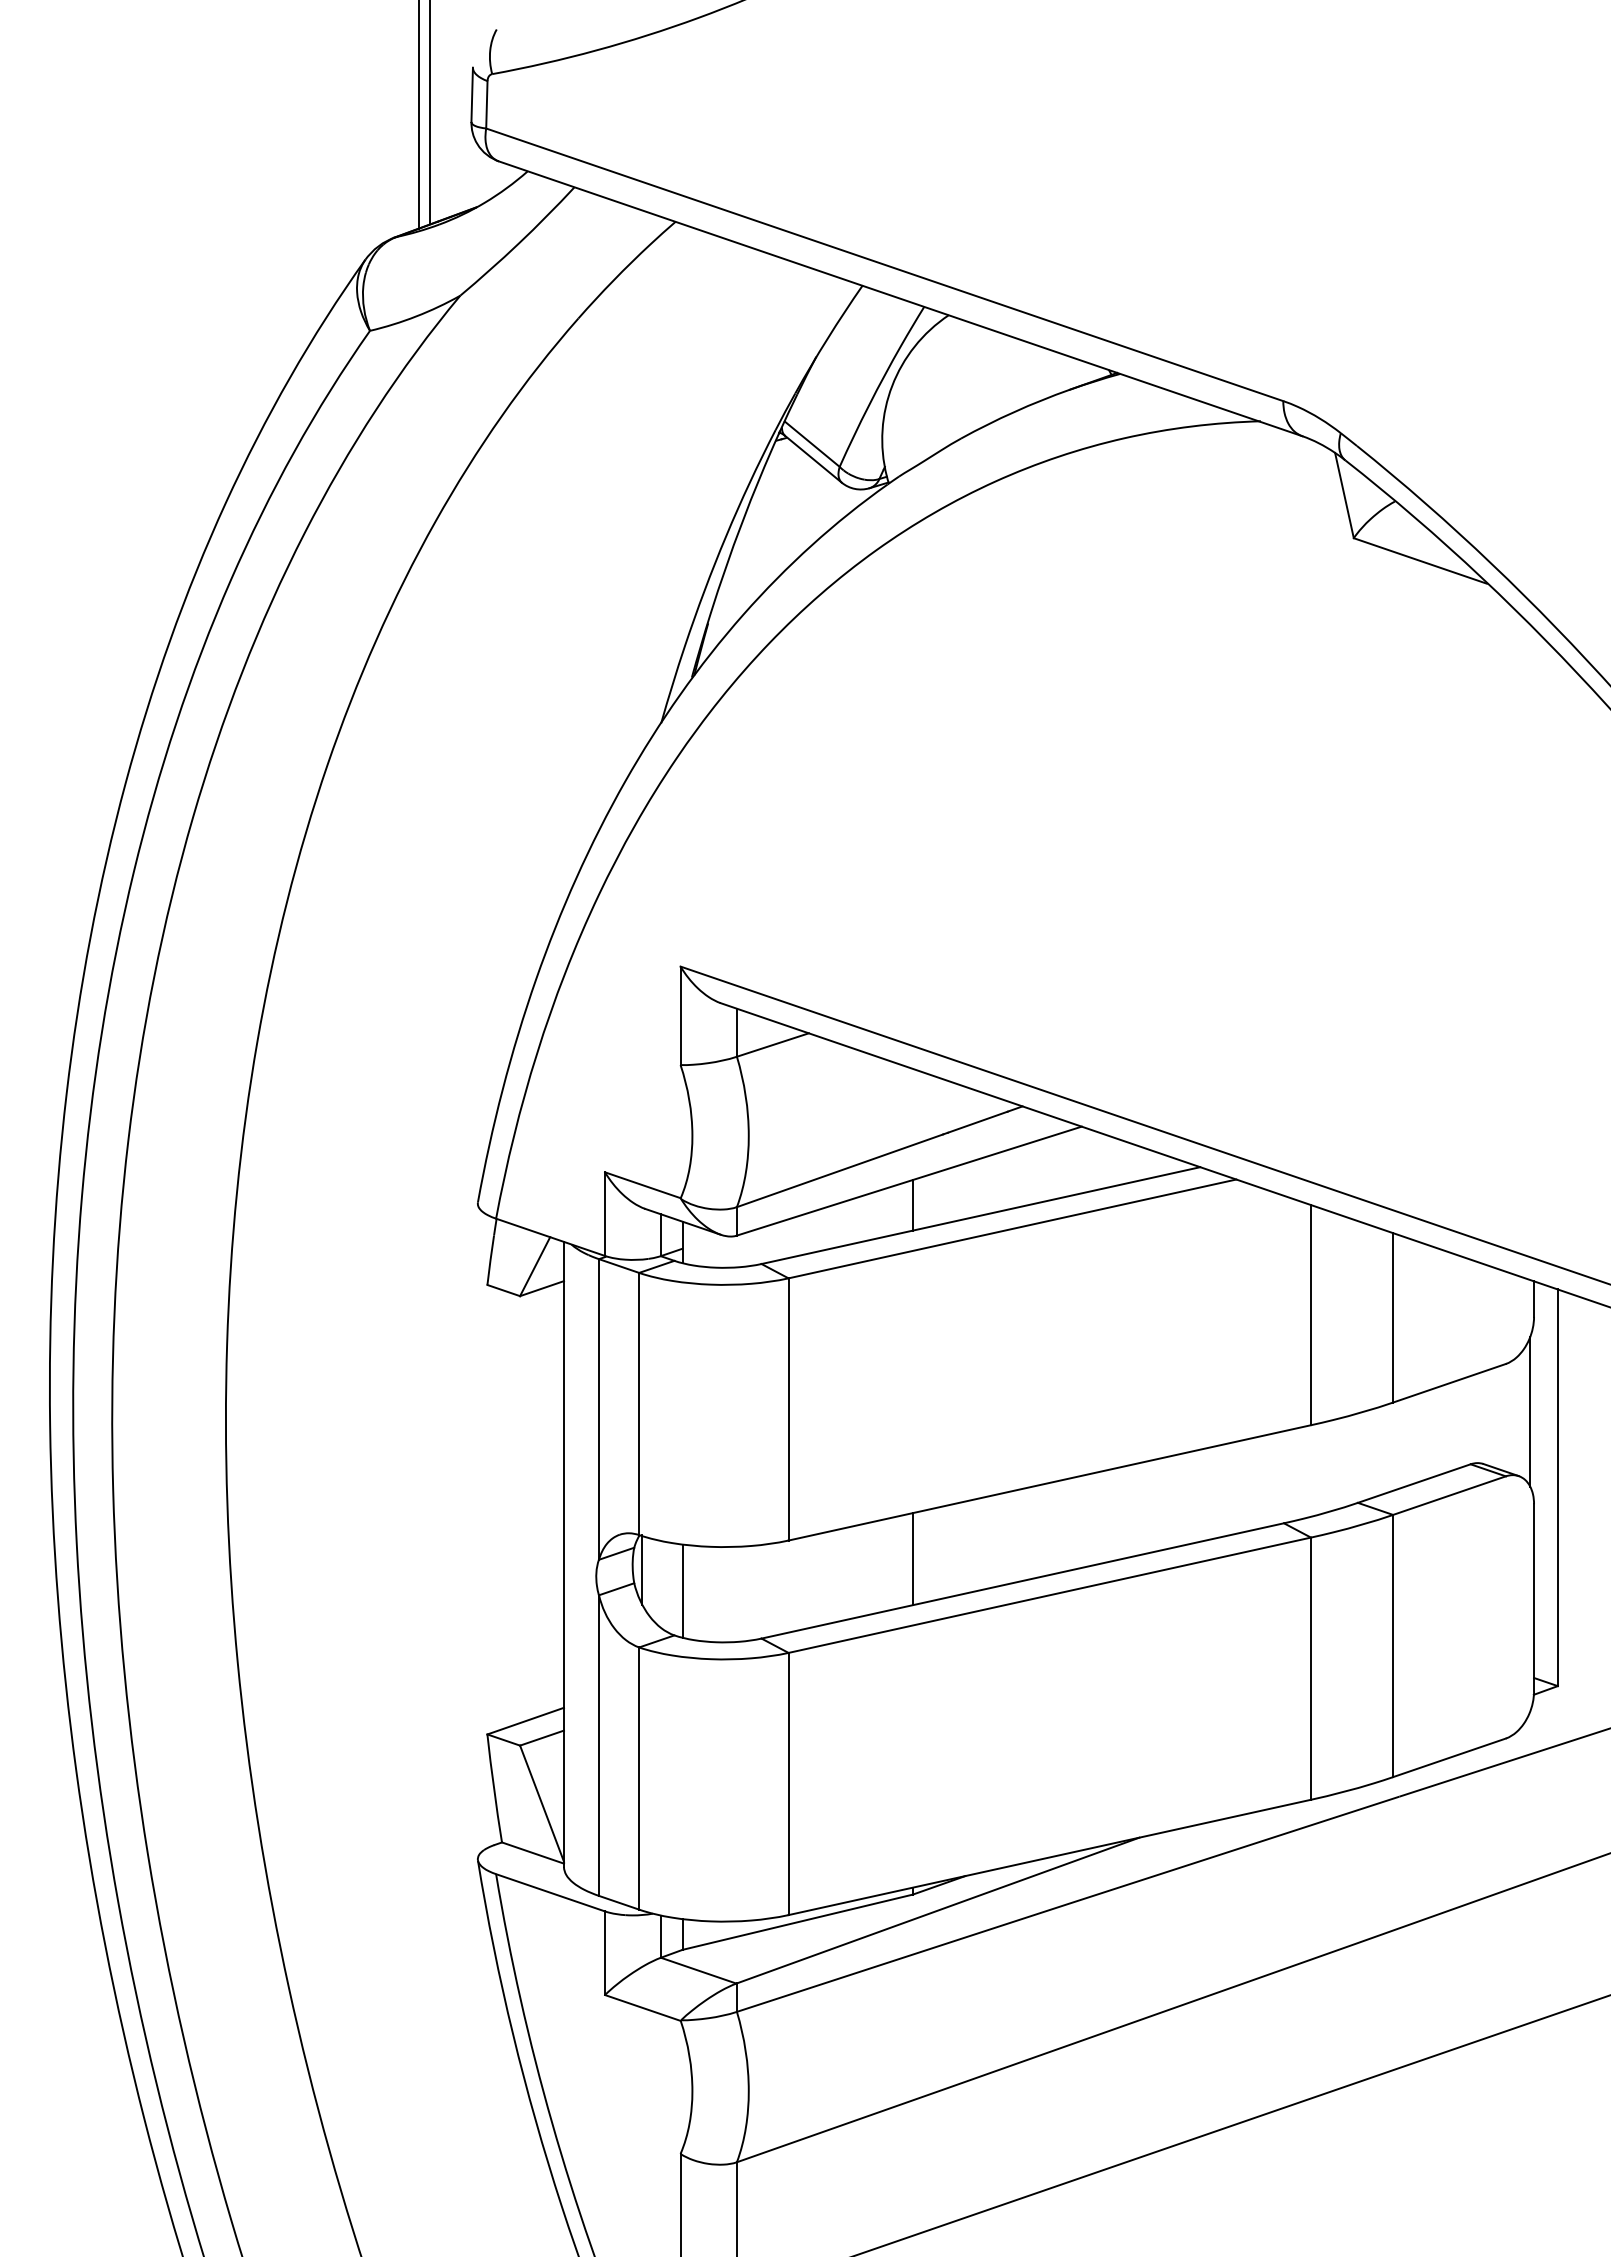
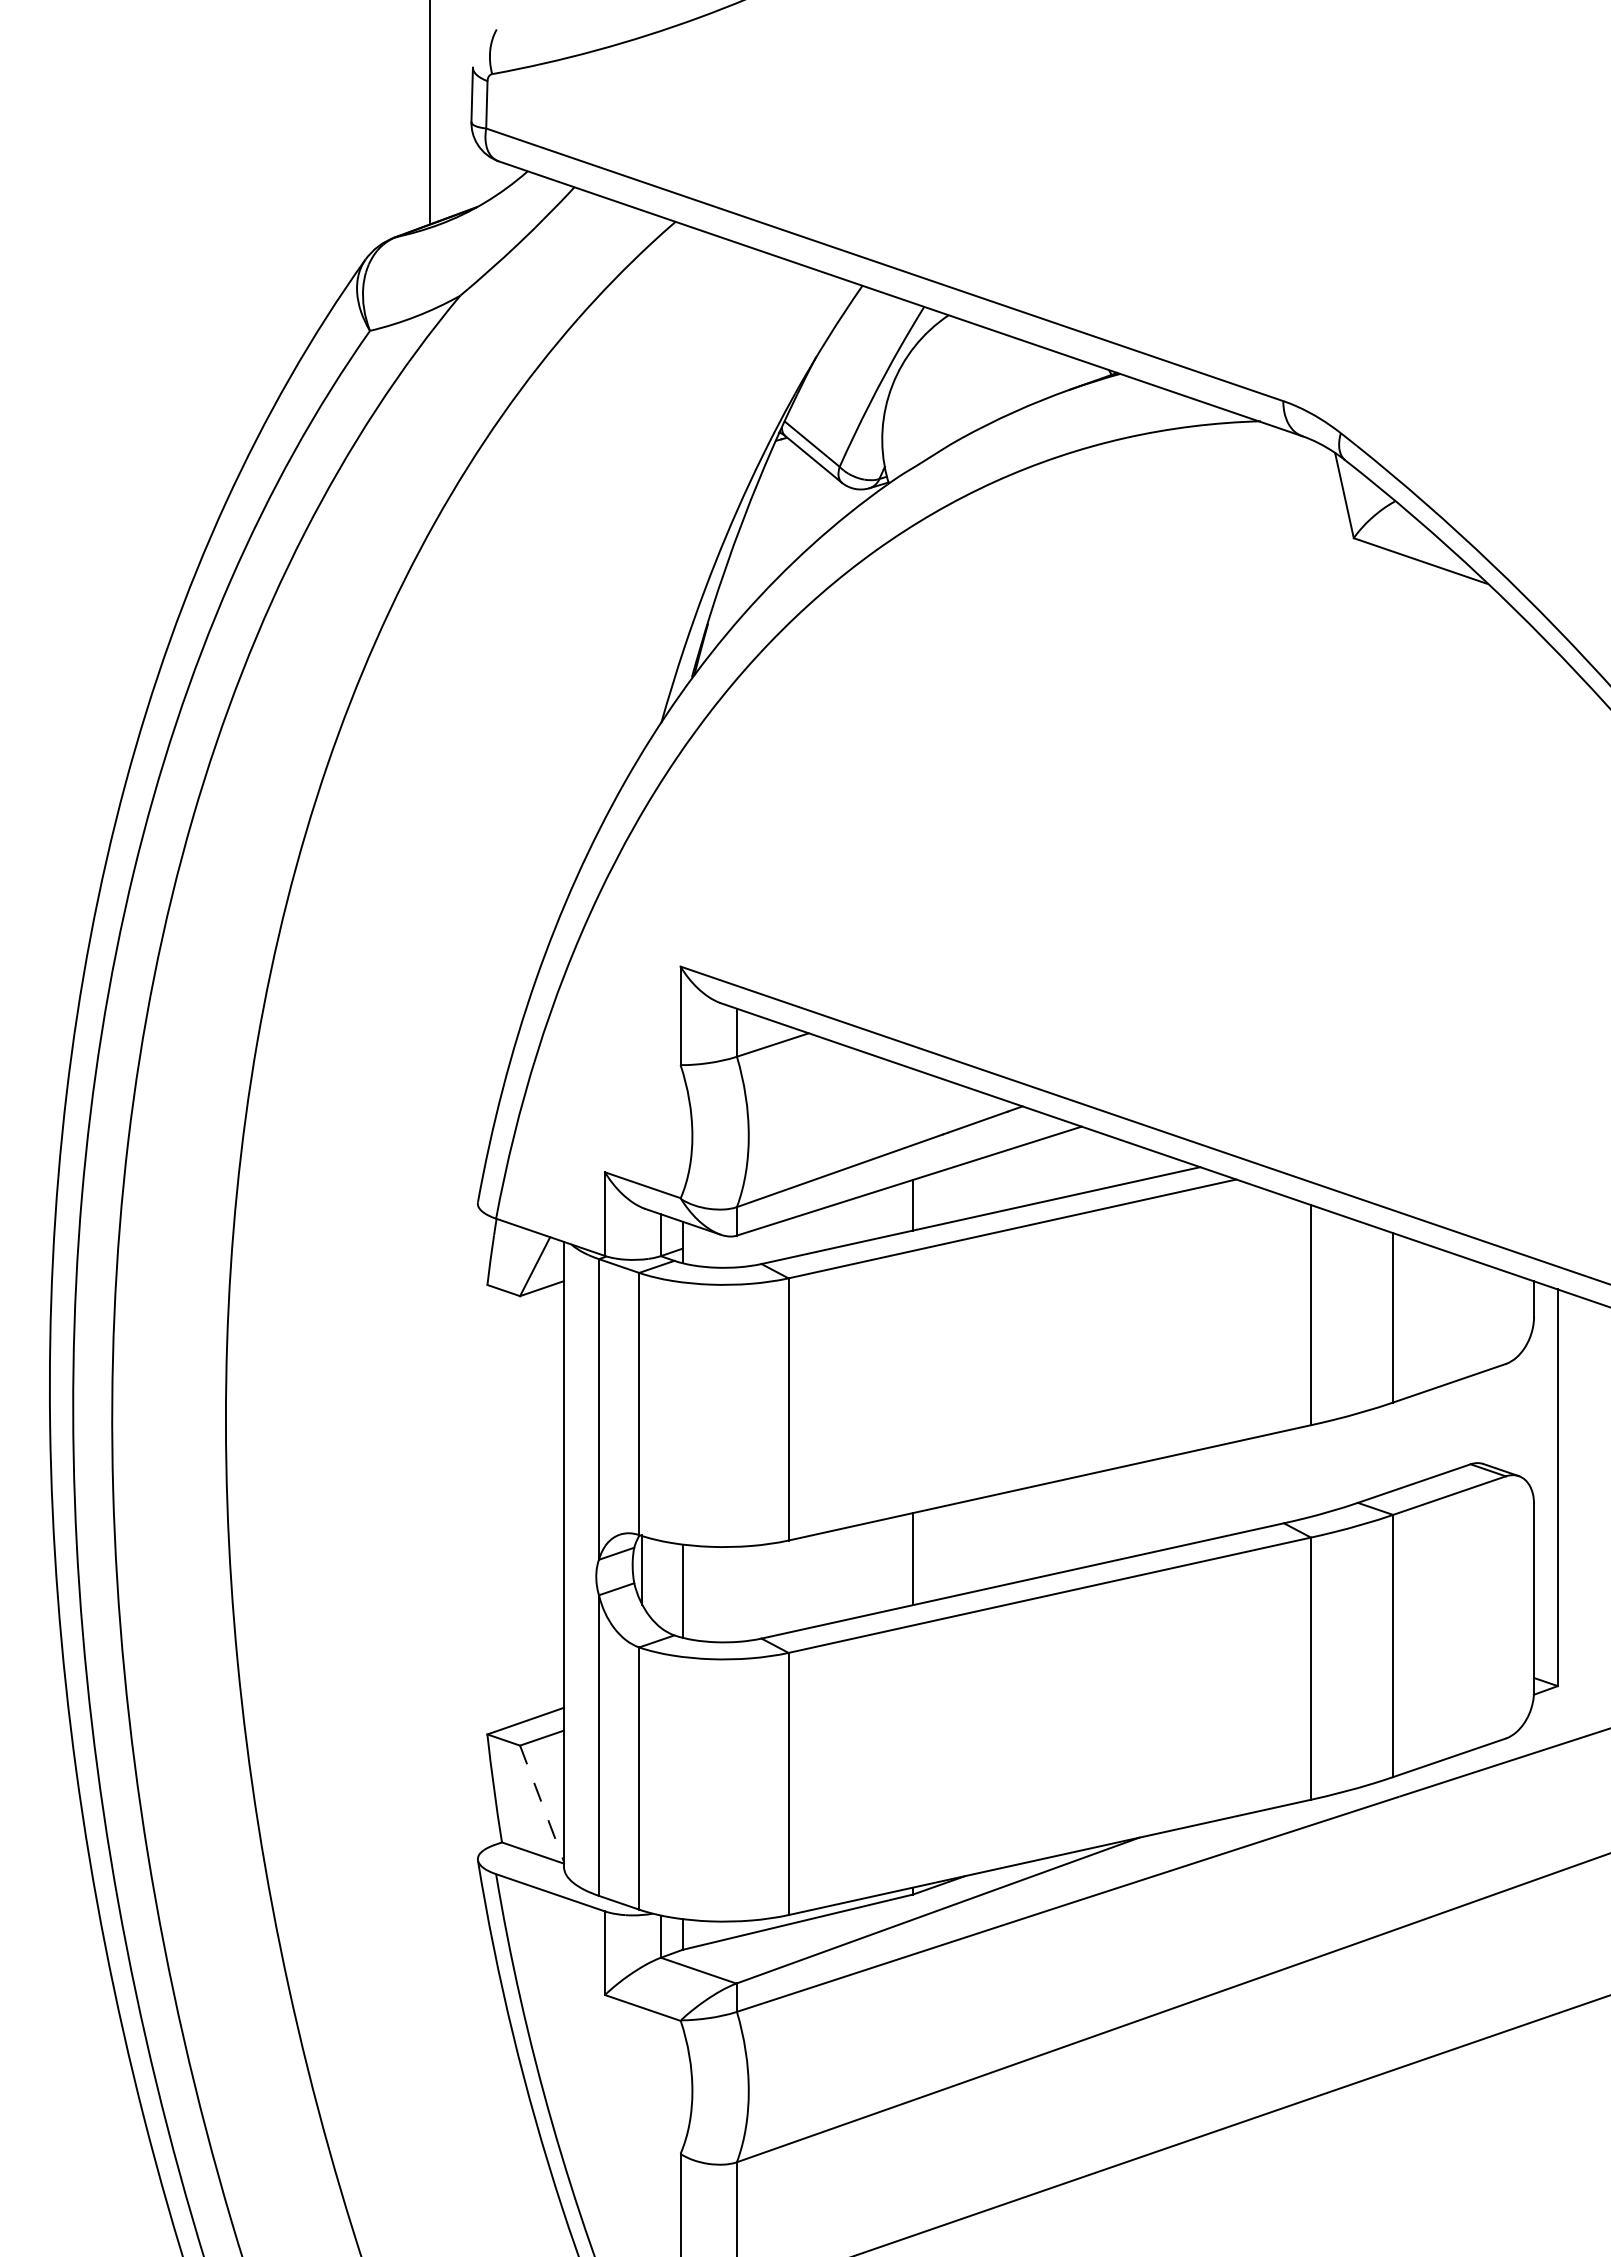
line at (418, 115): present -> none
line at (1530, 1411): present -> none
line at (542, 1804): solid -> dashed
